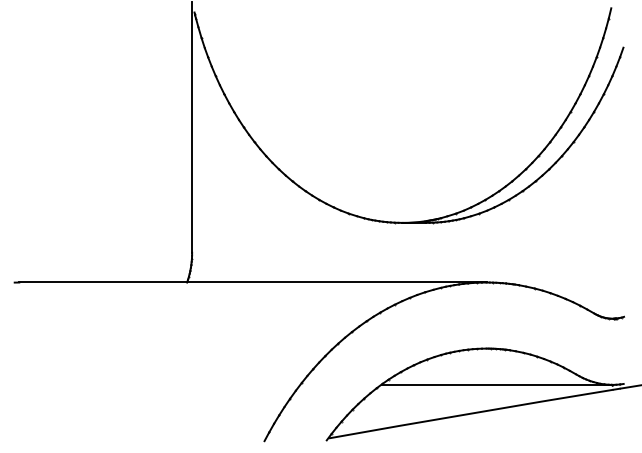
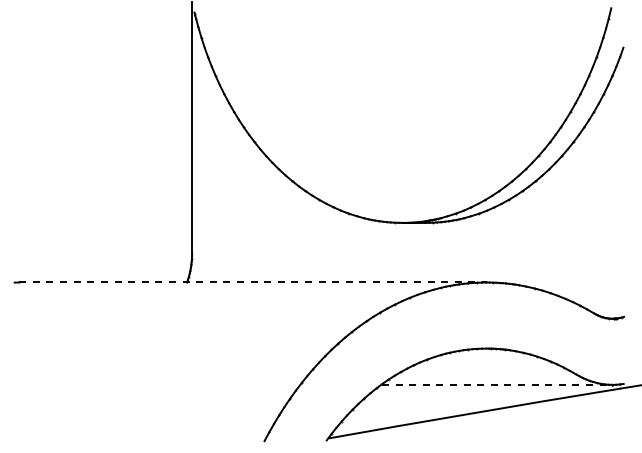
line at (252, 282): solid -> dashed
line at (497, 384): solid -> dashed
